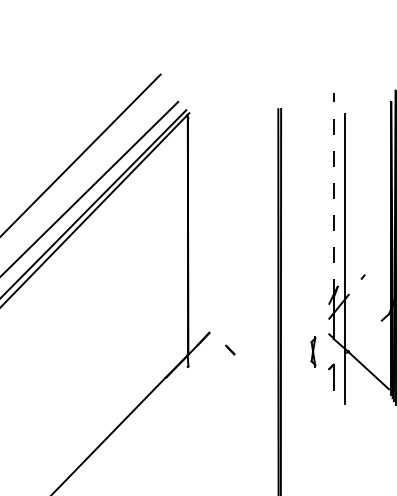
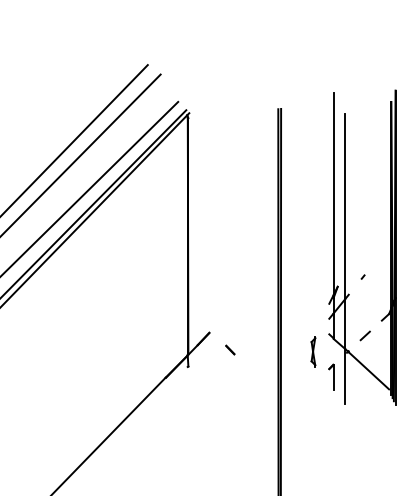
line at (74, 140): none -> present
line at (333, 194): dashed -> solid
line at (364, 335): none -> present
